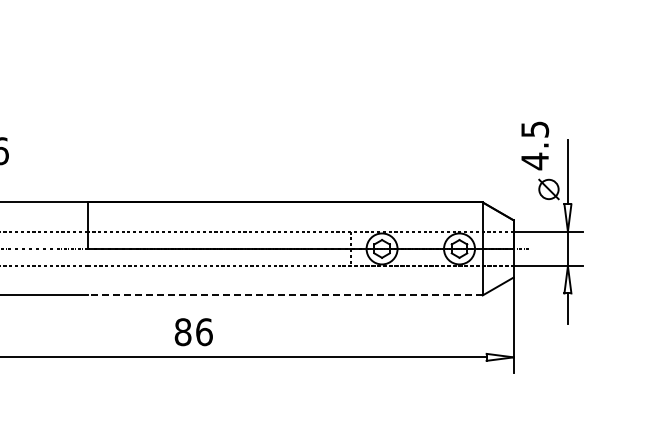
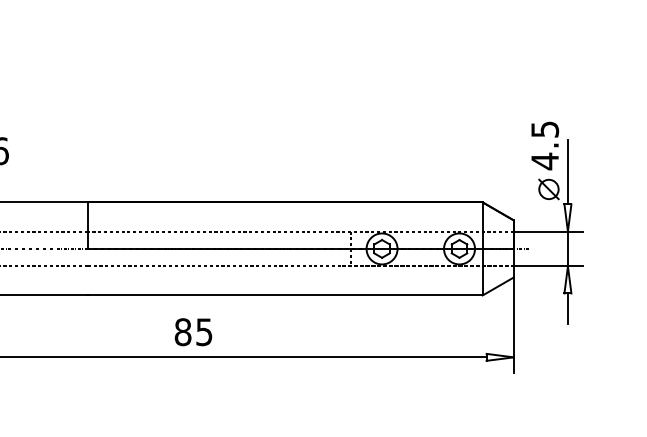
text at (535, 145) position: (535, 145) -> (545, 145)
line at (284, 295): dashed -> solid
text at (204, 332): 86 -> 85
